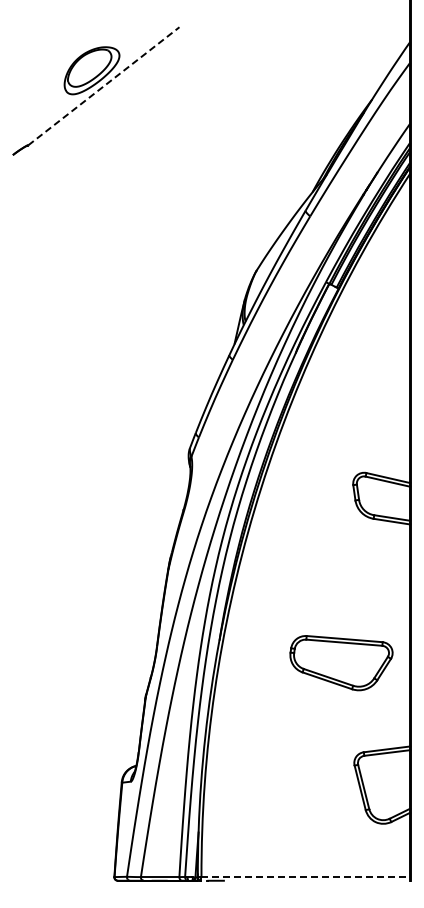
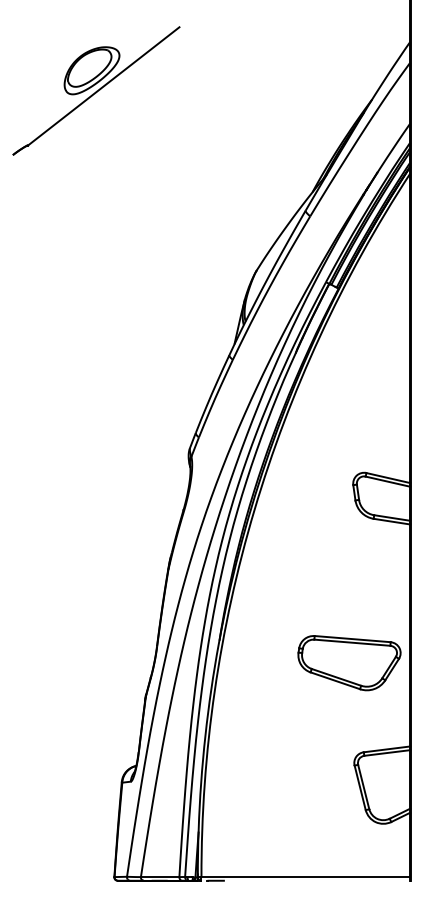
line at (103, 86): dashed -> solid
part at (341, 663) position: (341, 663) -> (349, 663)
line at (306, 877): dashed -> solid
